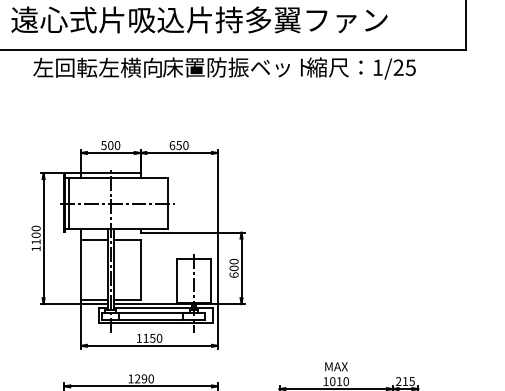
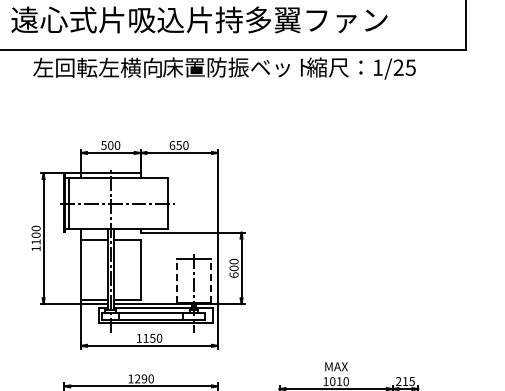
line at (177, 281): solid -> dashed
line at (210, 281): solid -> dashed
